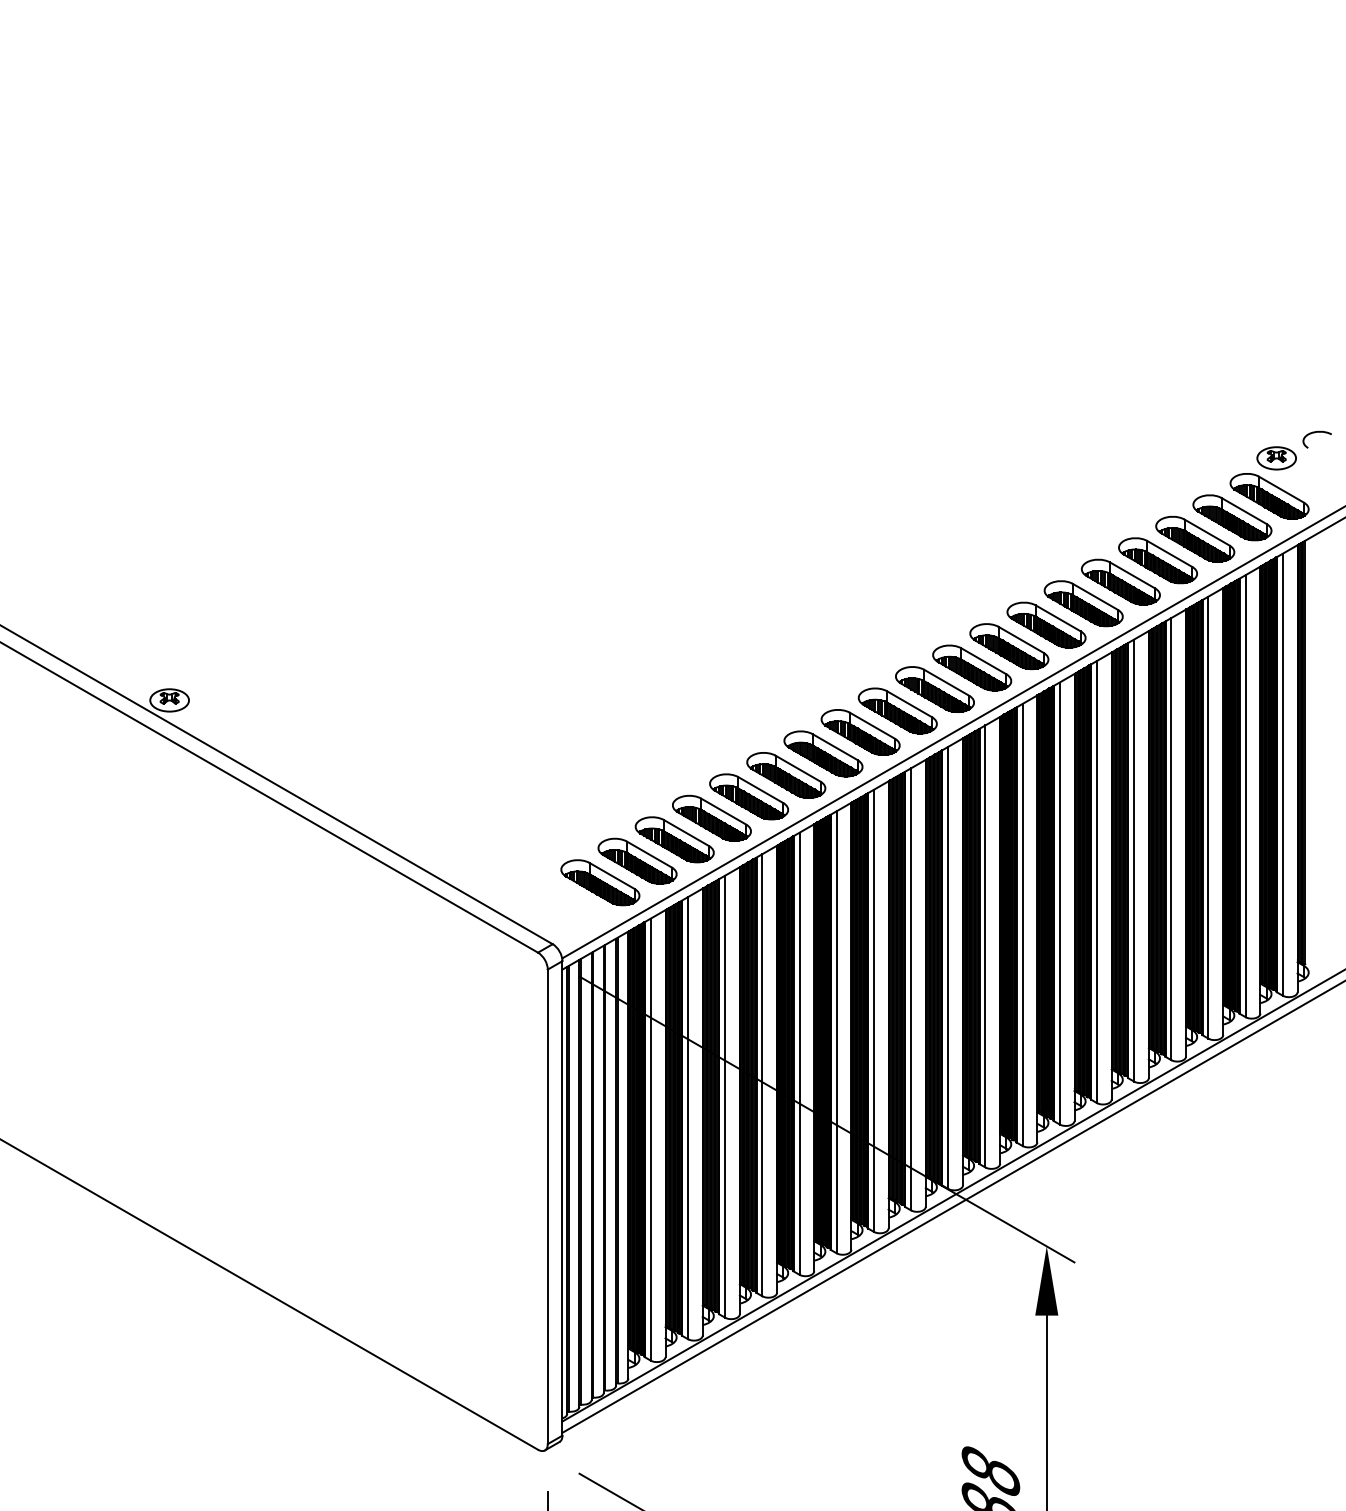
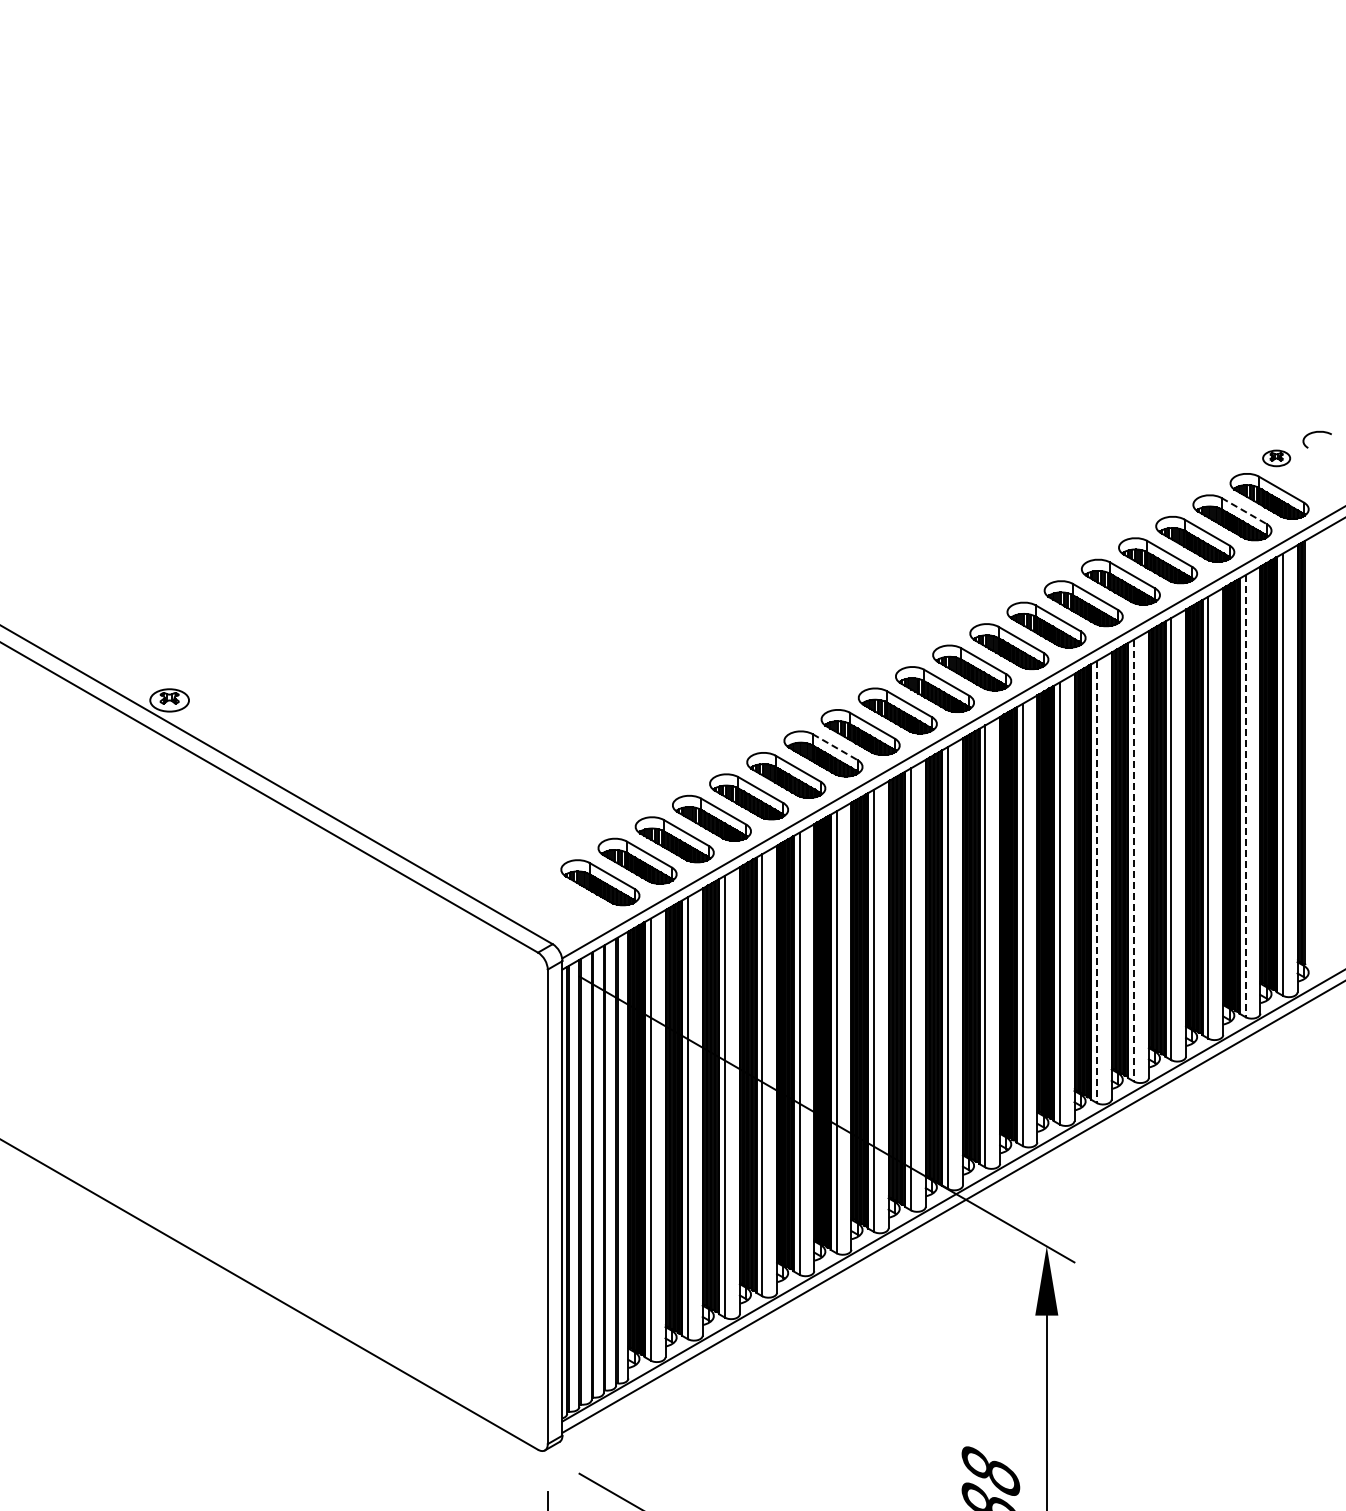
part at (1276, 458) size: 41x25 px -> 30x19 px
line at (1244, 511): solid -> dashed
line at (835, 747): solid -> dashed
line at (1245, 796): solid -> dashed
line at (1134, 861): solid -> dashed
line at (1096, 882): solid -> dashed
